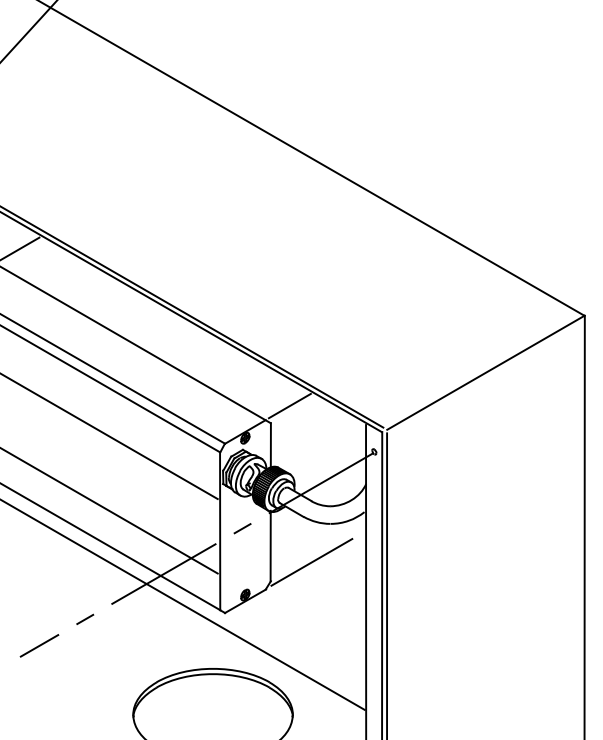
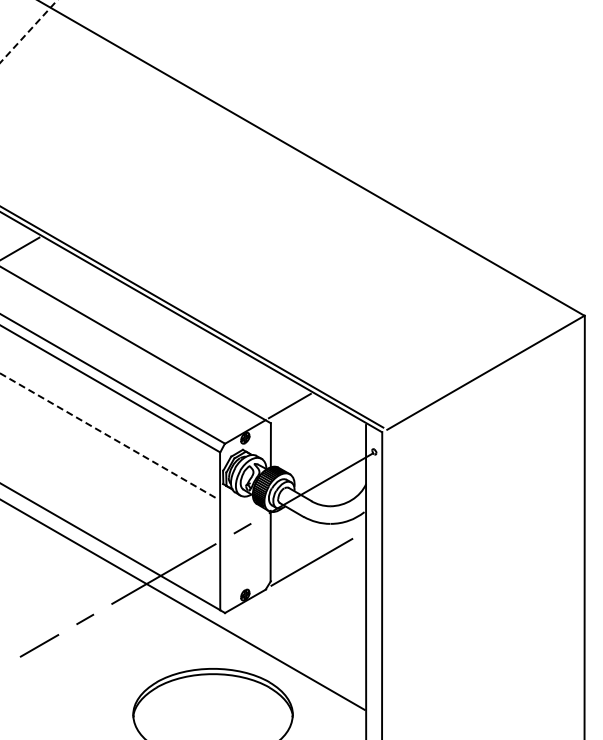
line at (28, 31): solid -> dashed
line at (109, 436): solid -> dashed
line at (109, 511): present -> none
line at (387, 584): present -> none
